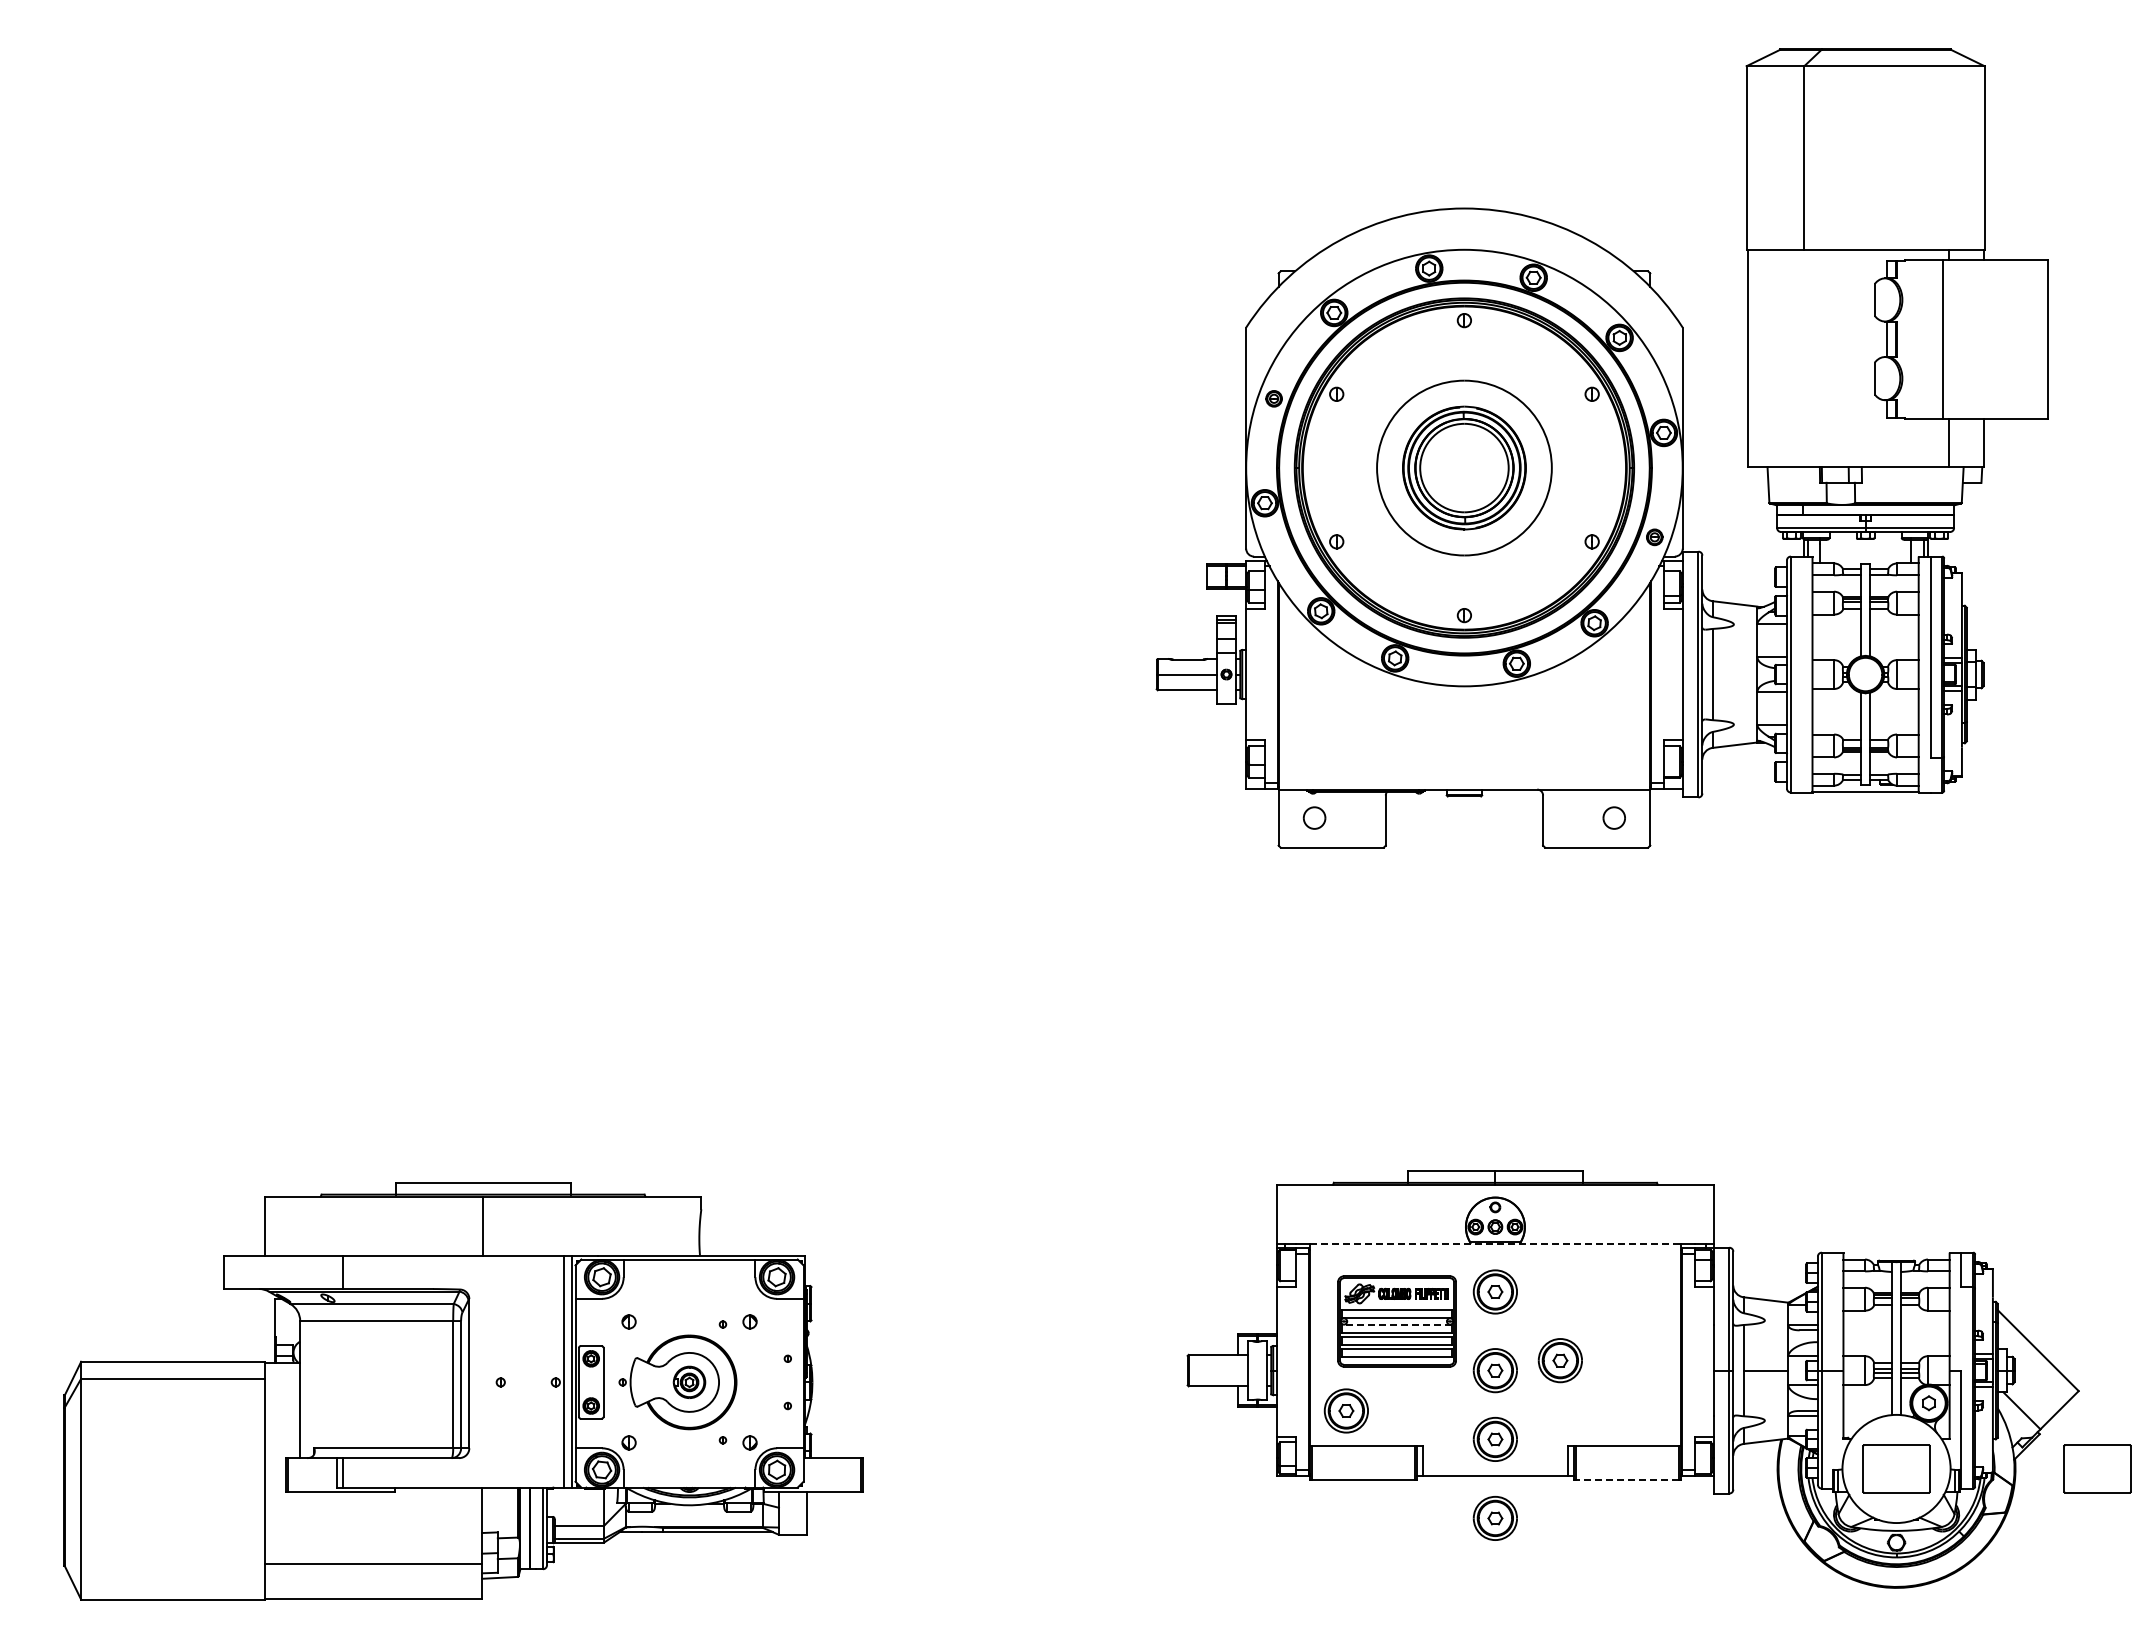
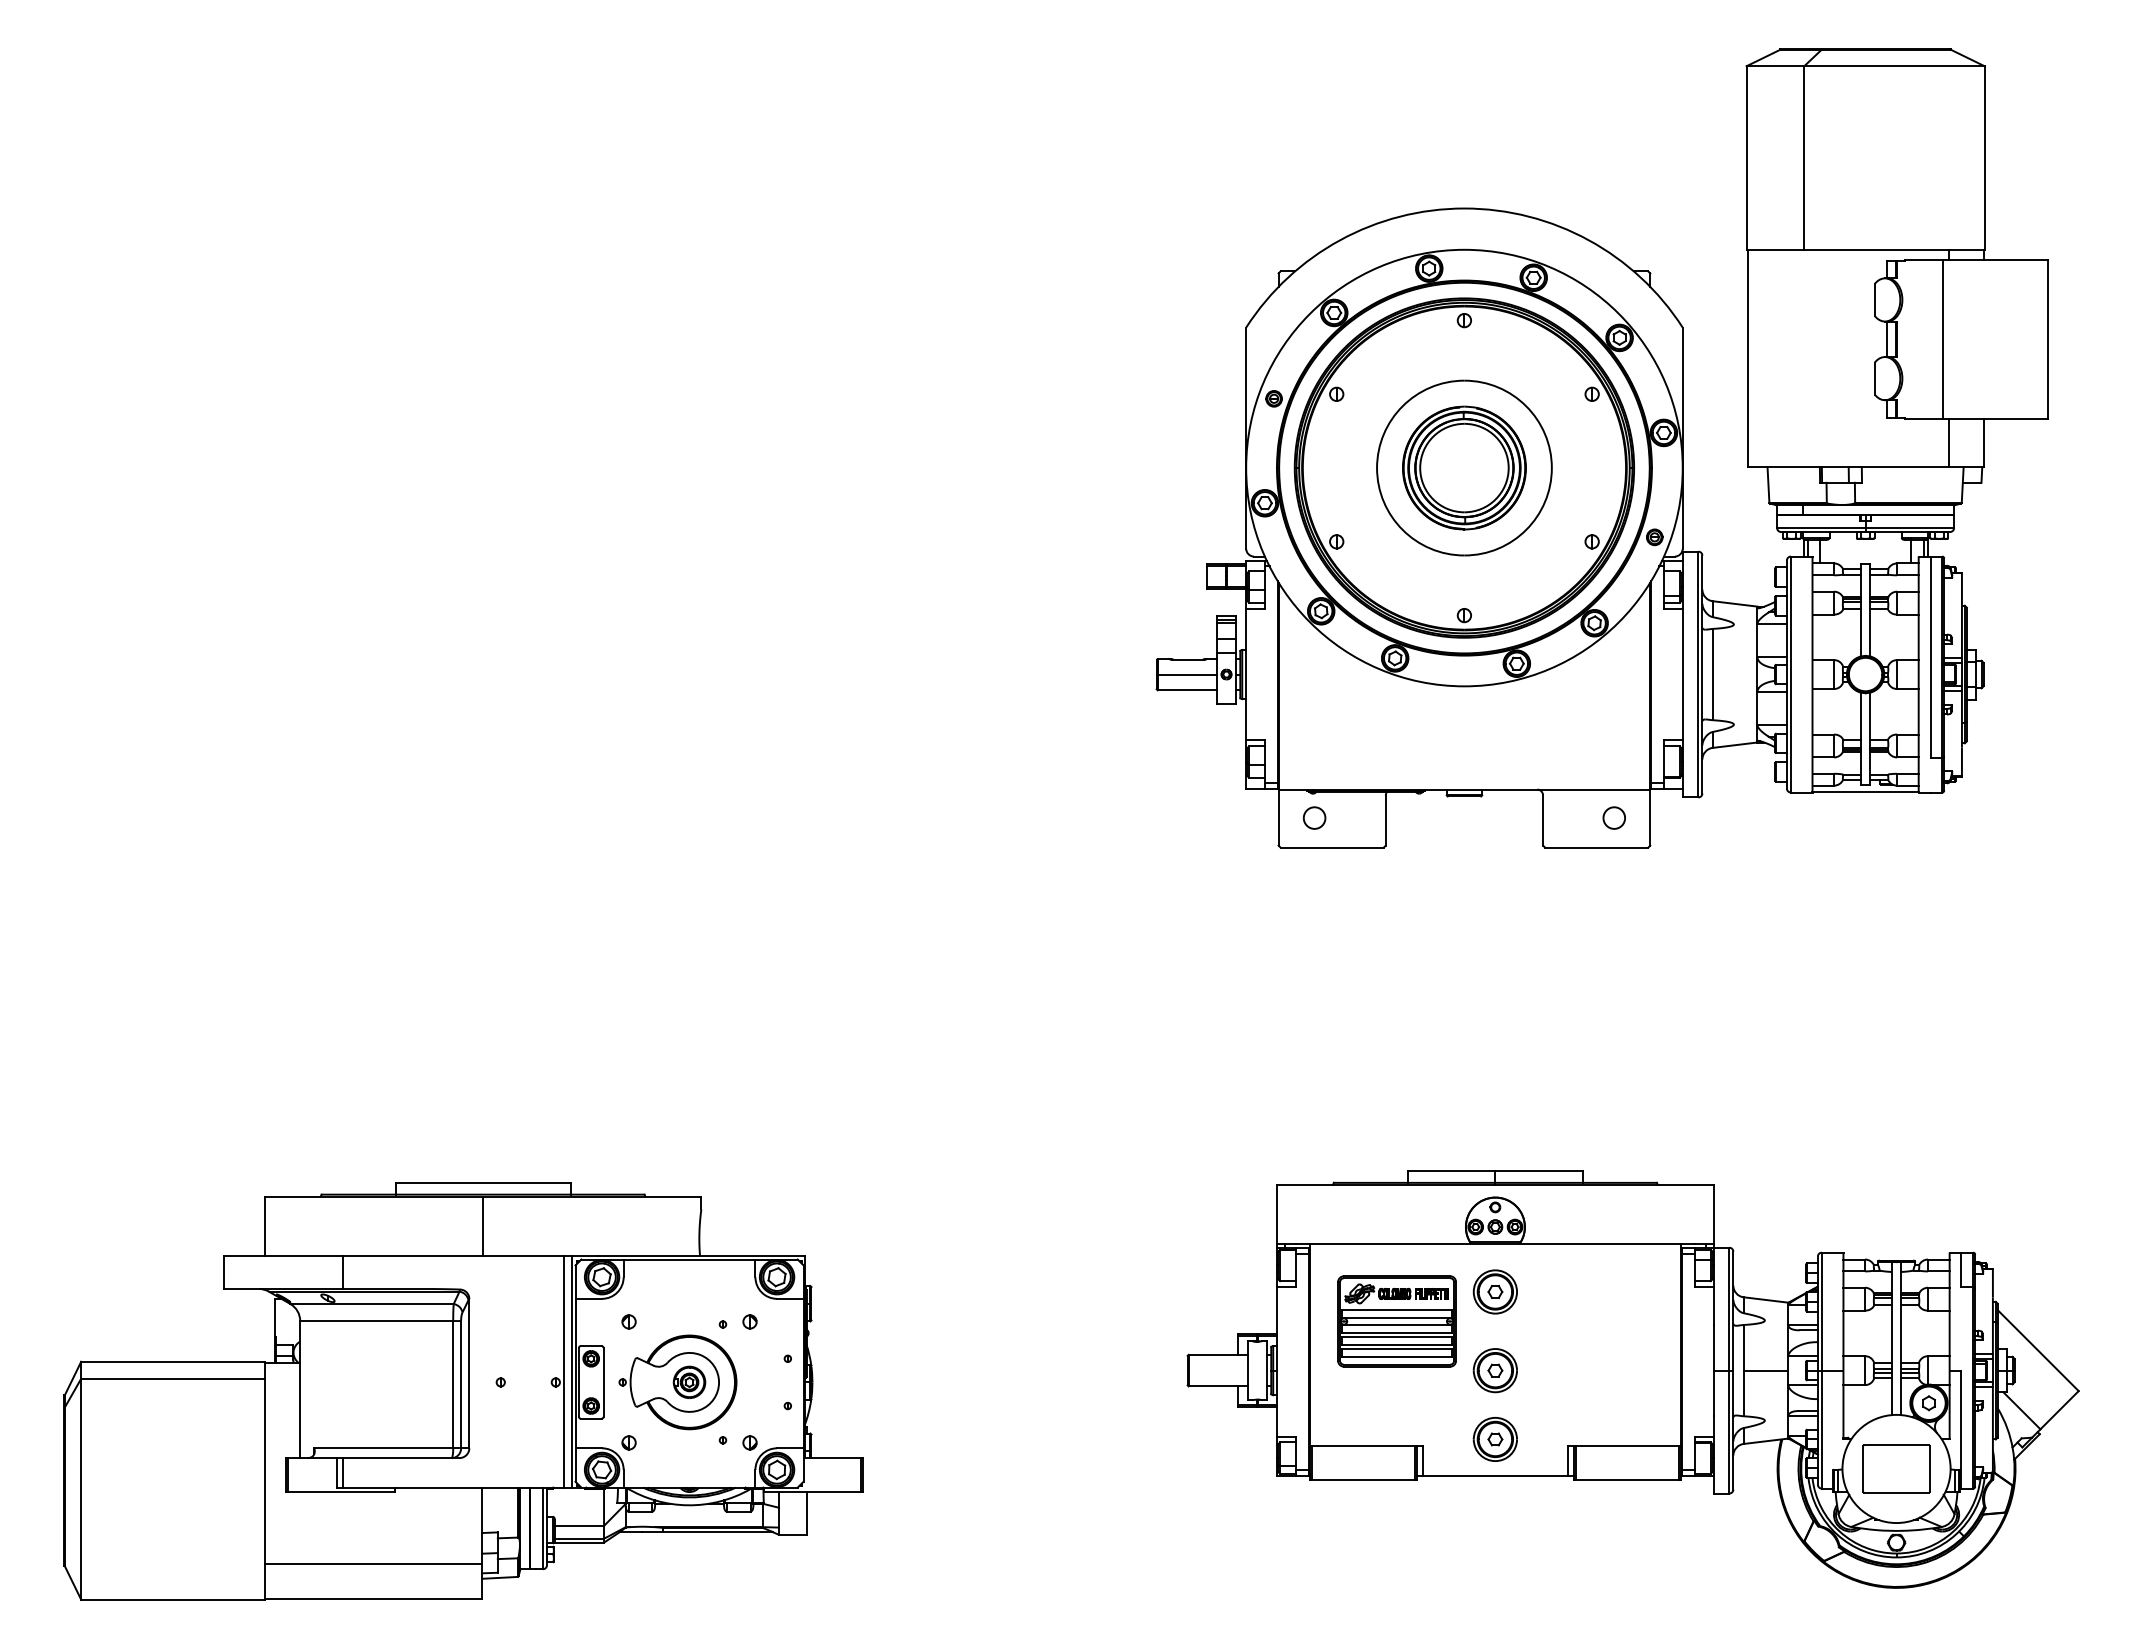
line at (1495, 1243): dashed -> solid
line at (1396, 1325): dashed -> solid
part at (1559, 1360): present -> none
part at (1345, 1410): present -> none
part at (2097, 1468): present -> none
line at (1627, 1479): dashed -> solid
part at (1494, 1518): present -> none
